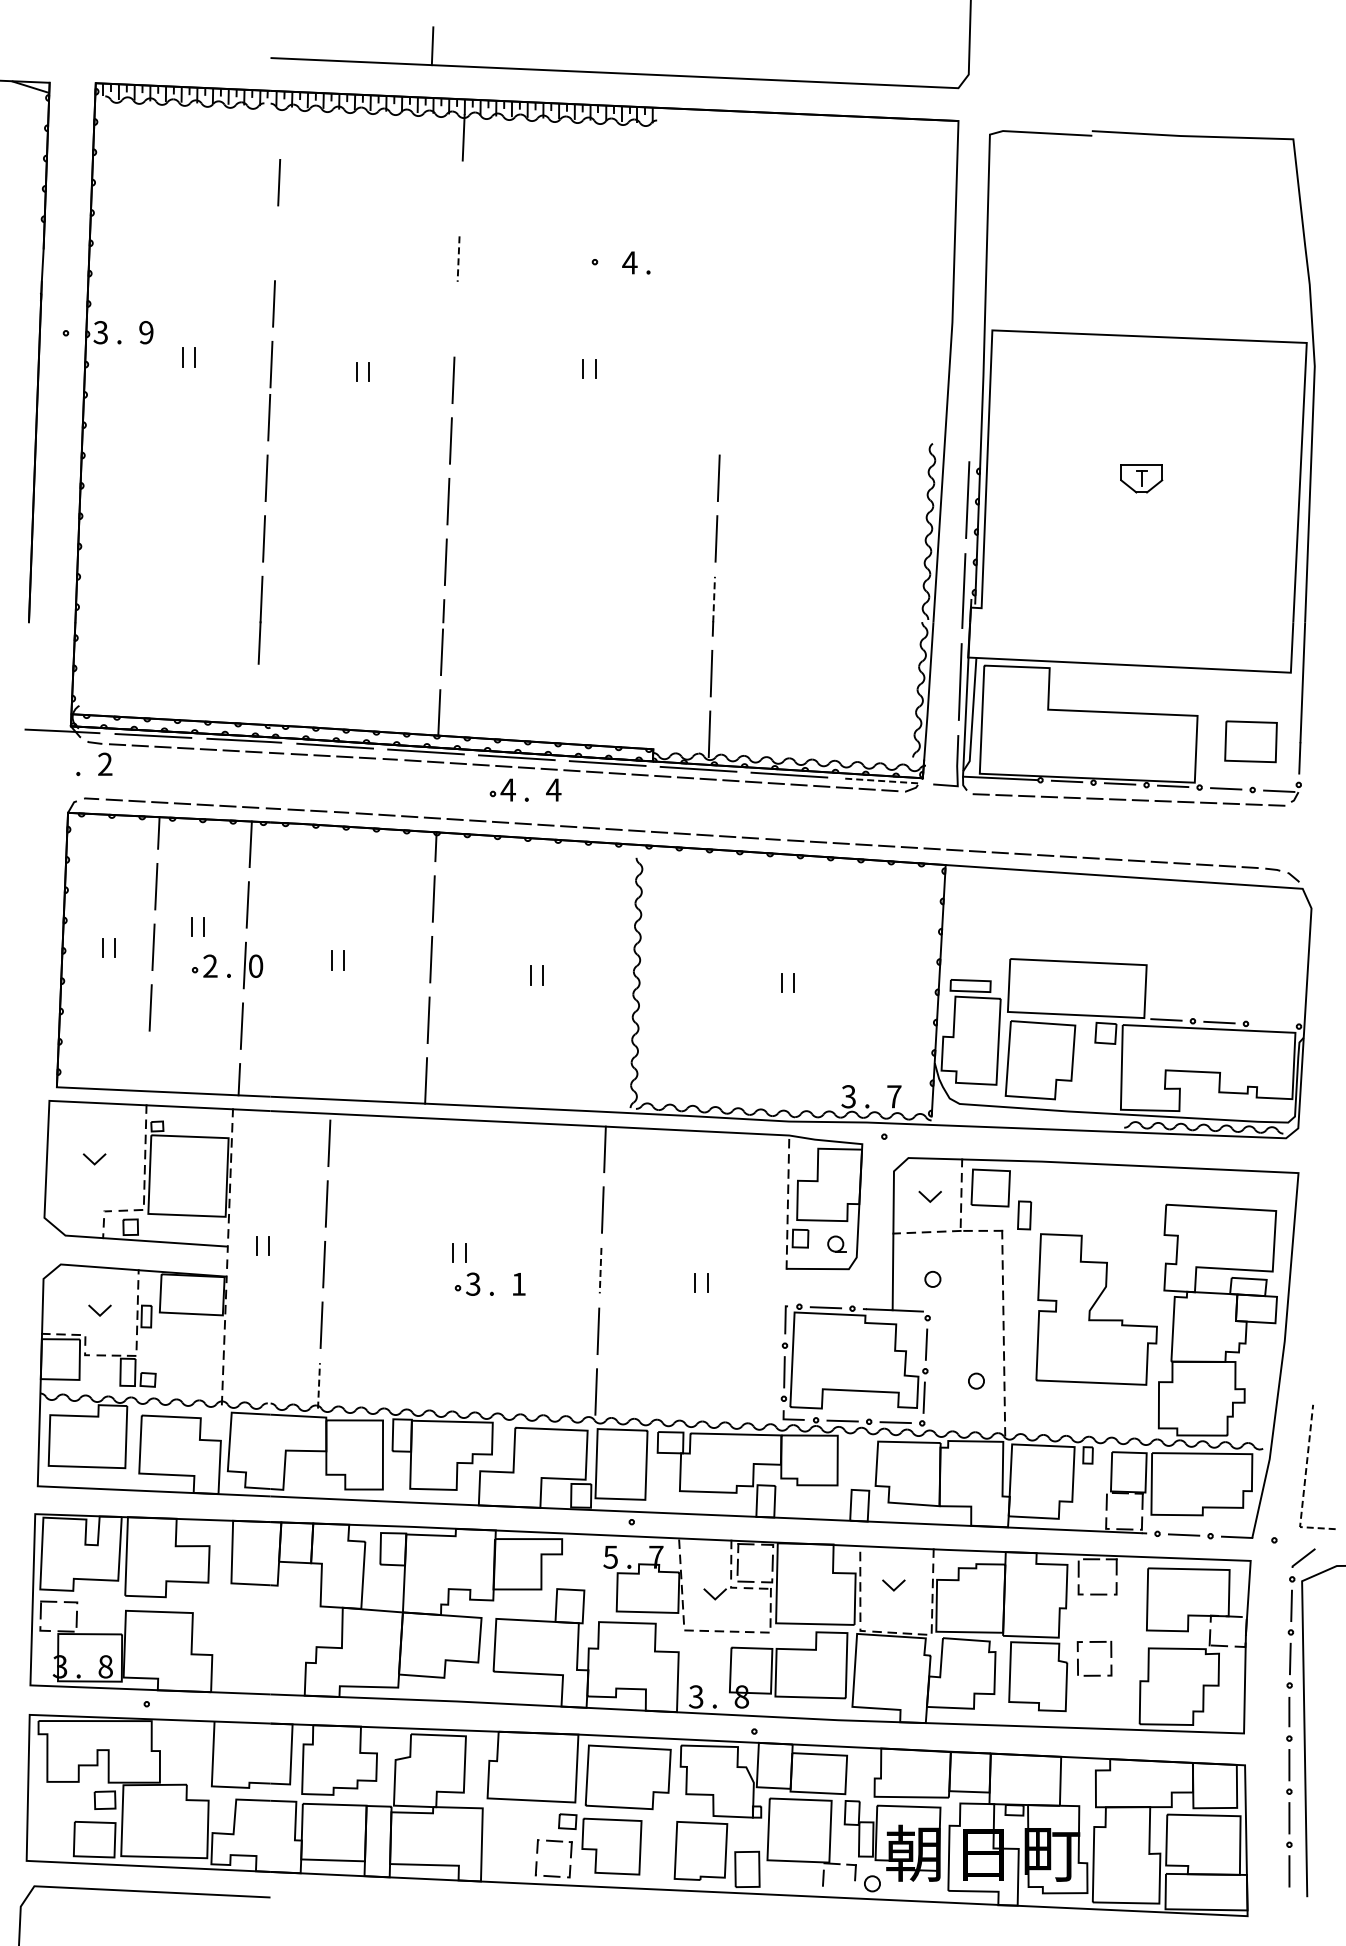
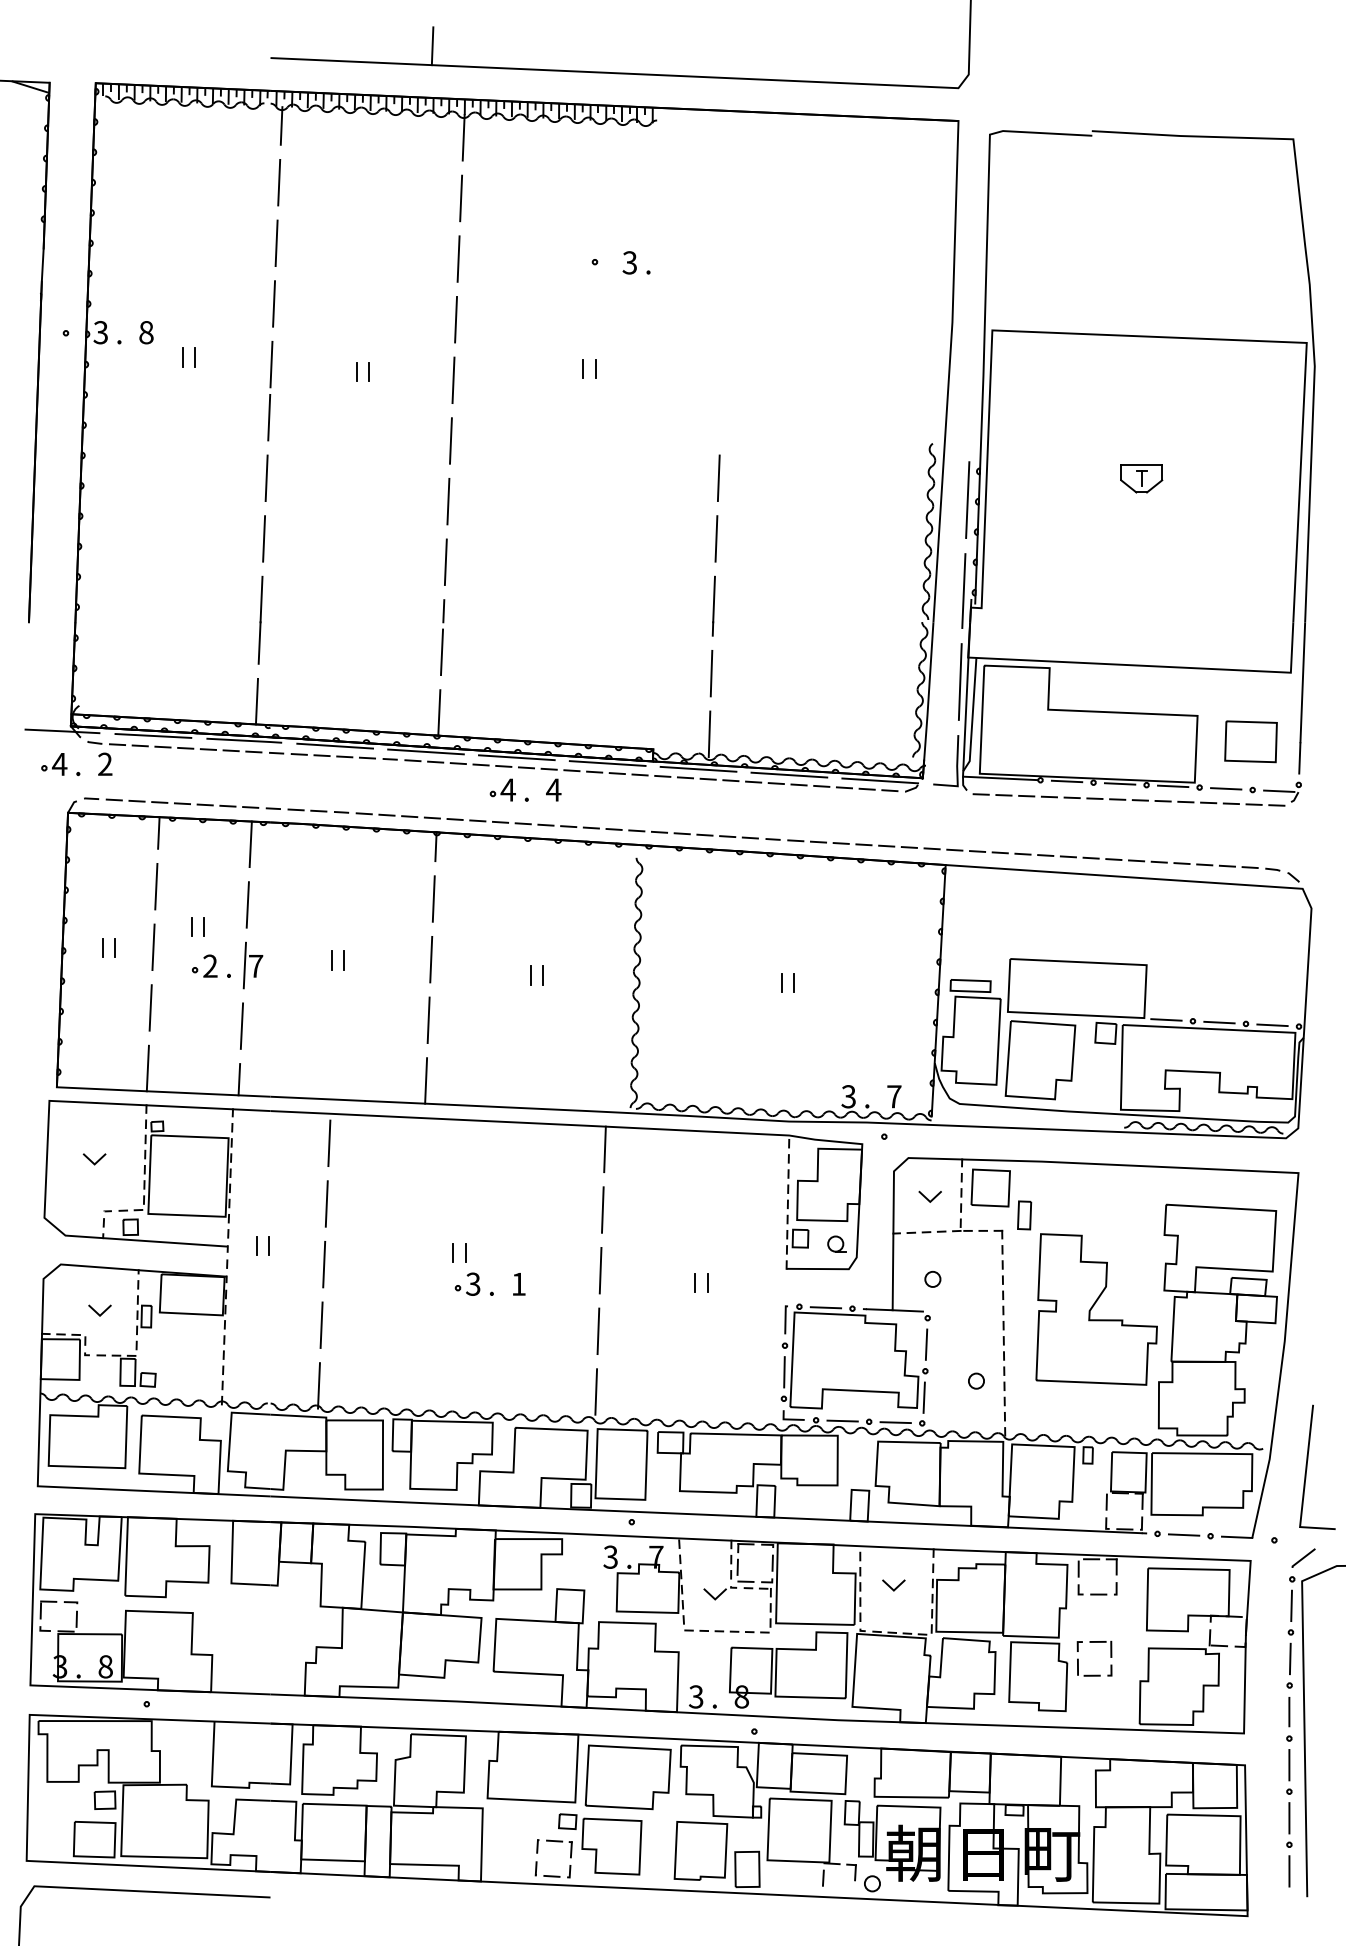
line at (281, 125): none -> present
line at (461, 198): none -> present
line at (276, 243): none -> present
line at (458, 259): dashed -> solid
text at (629, 262): 4 -> 3
line at (455, 319): none -> present
text at (146, 332): 9 -> 8
line at (714, 599): dashed -> solid
line at (256, 701): none -> present
part at (54, 764): none -> present
line at (880, 780): dashed -> solid
text at (256, 965): 0 -> 7
line at (1272, 1025): none -> present
line at (147, 1068): none -> present
line at (600, 1270): dashed -> solid
line at (319, 1385): dashed -> solid
line at (1304, 1484): dashed -> solid
text at (610, 1556): 5 -> 3
